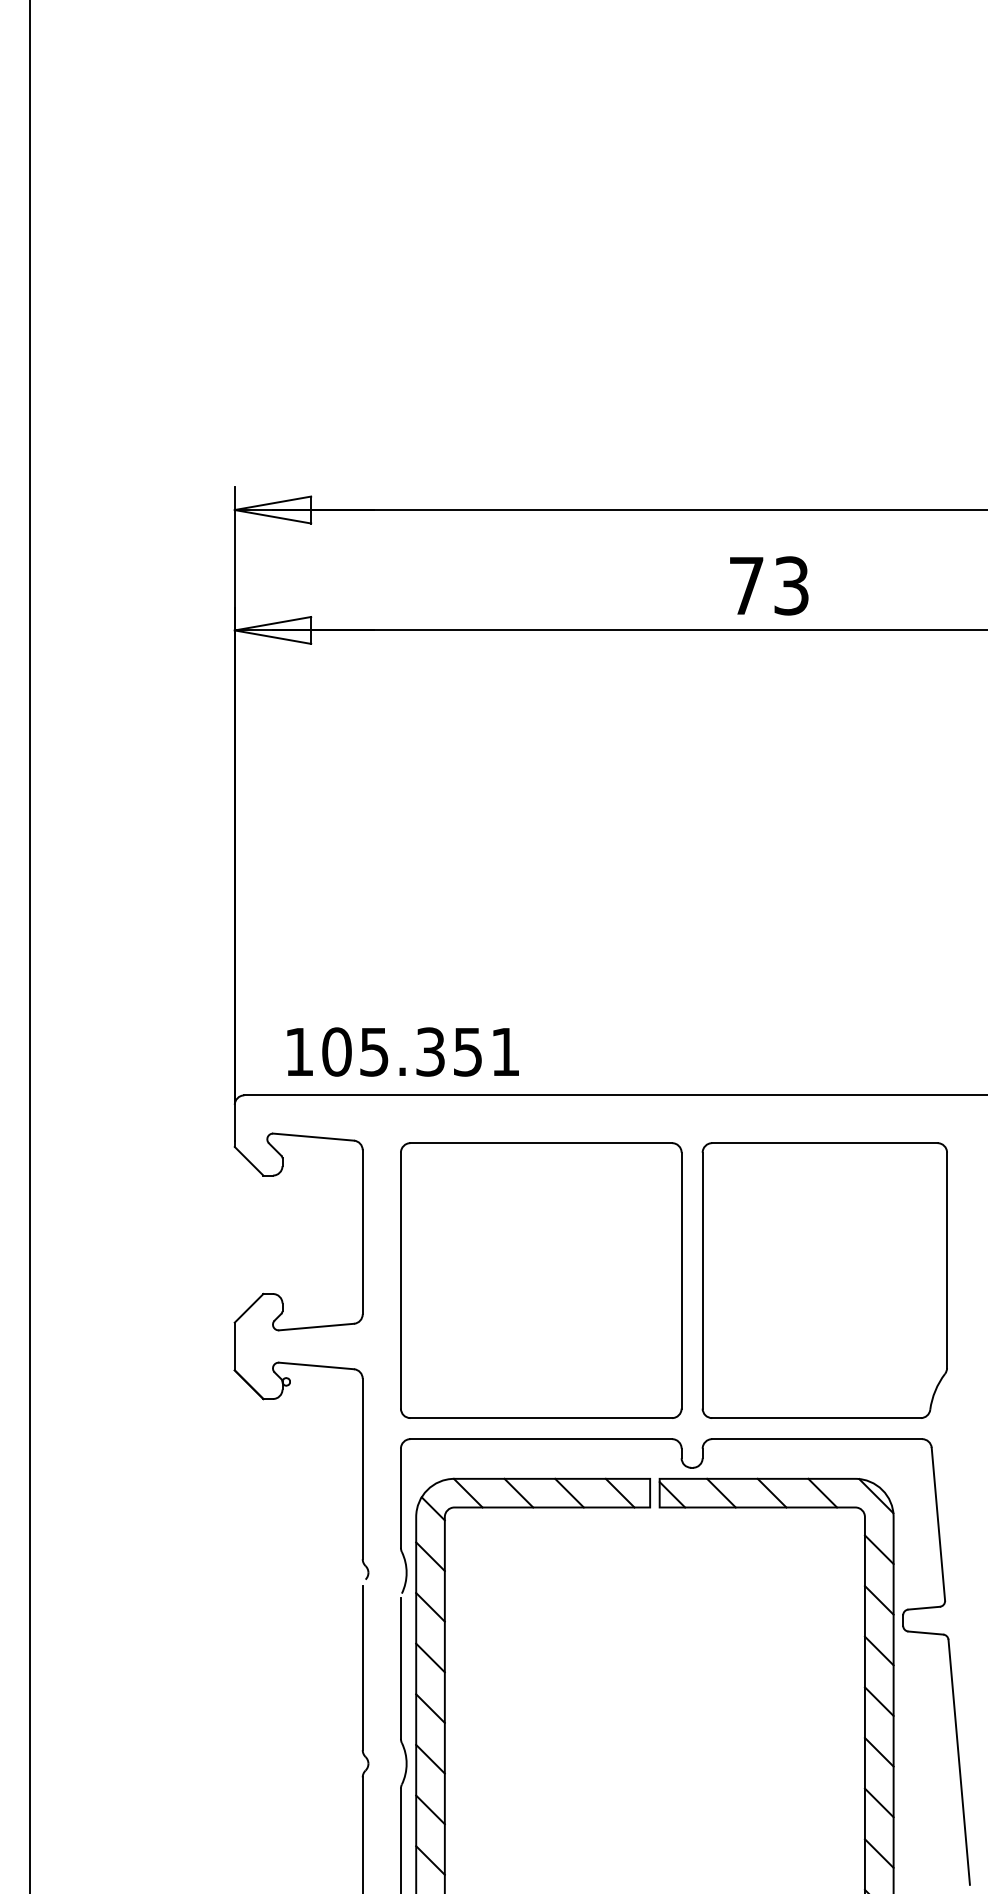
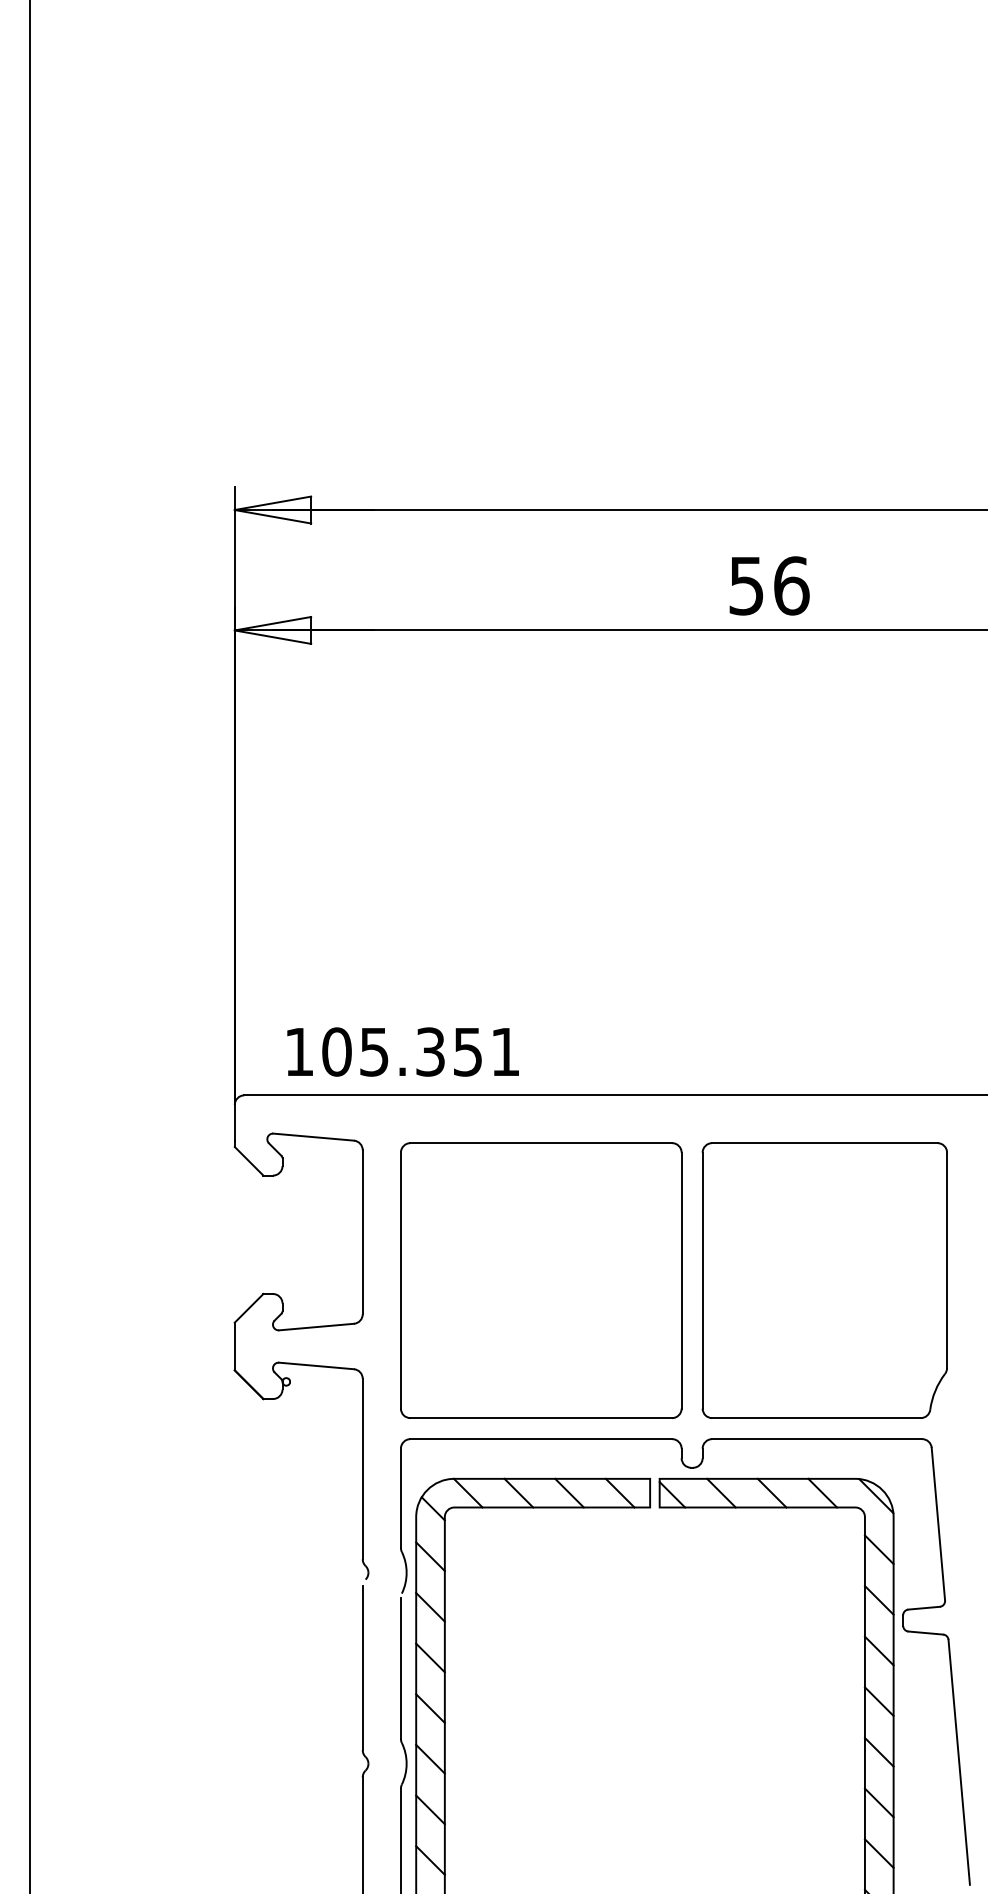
text at (769, 585): 73 -> 56
